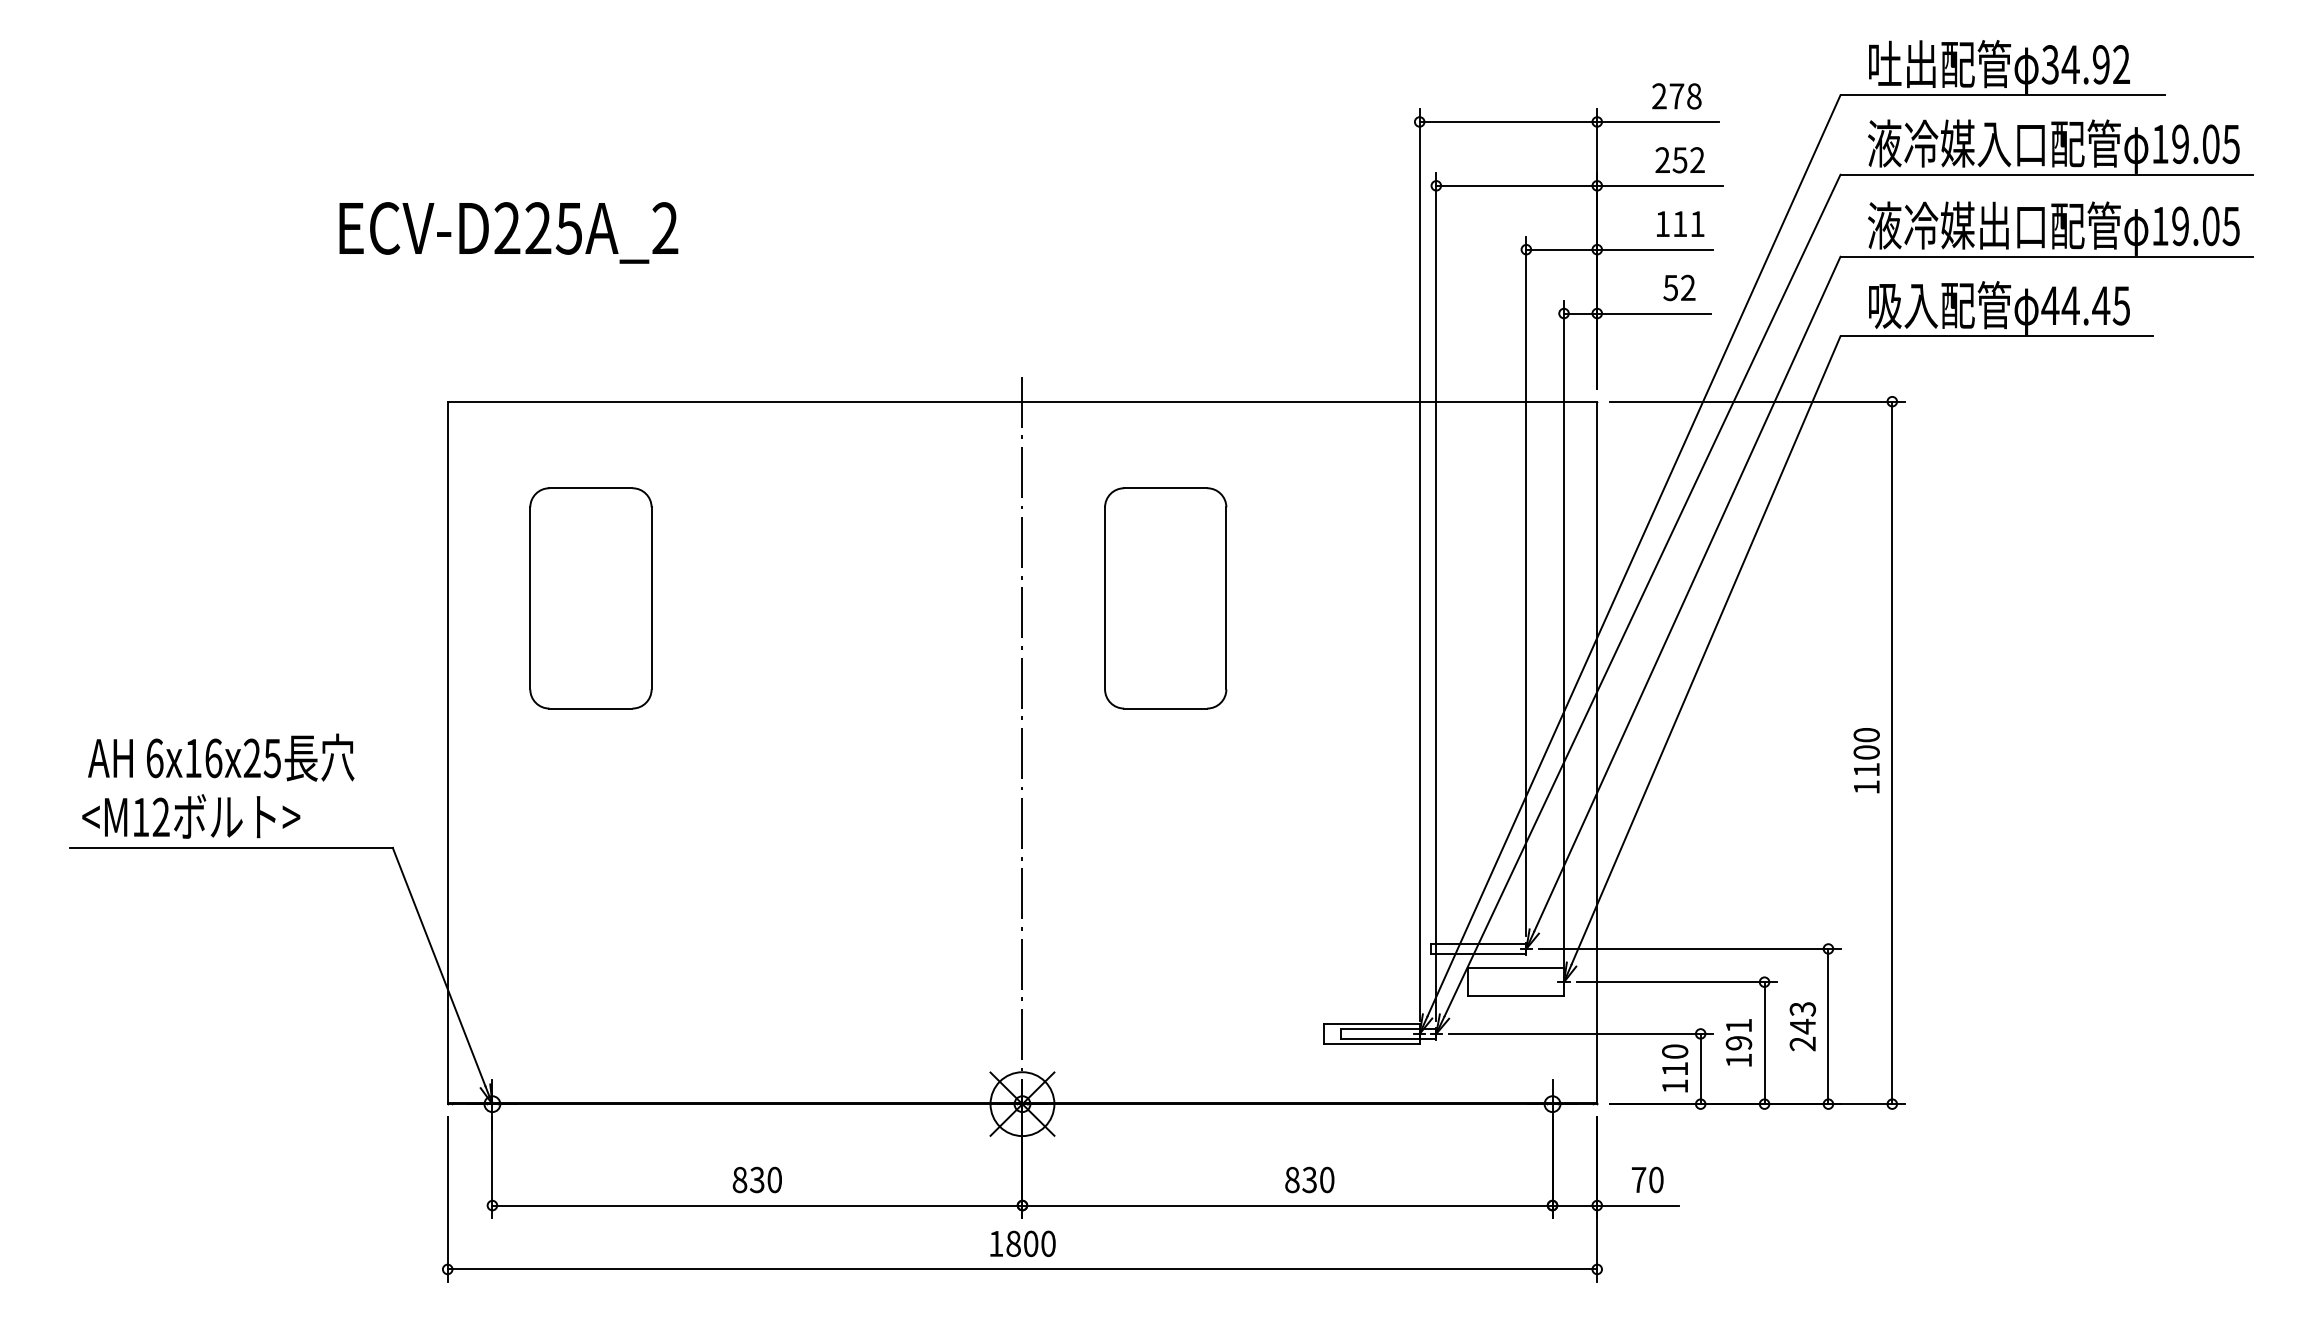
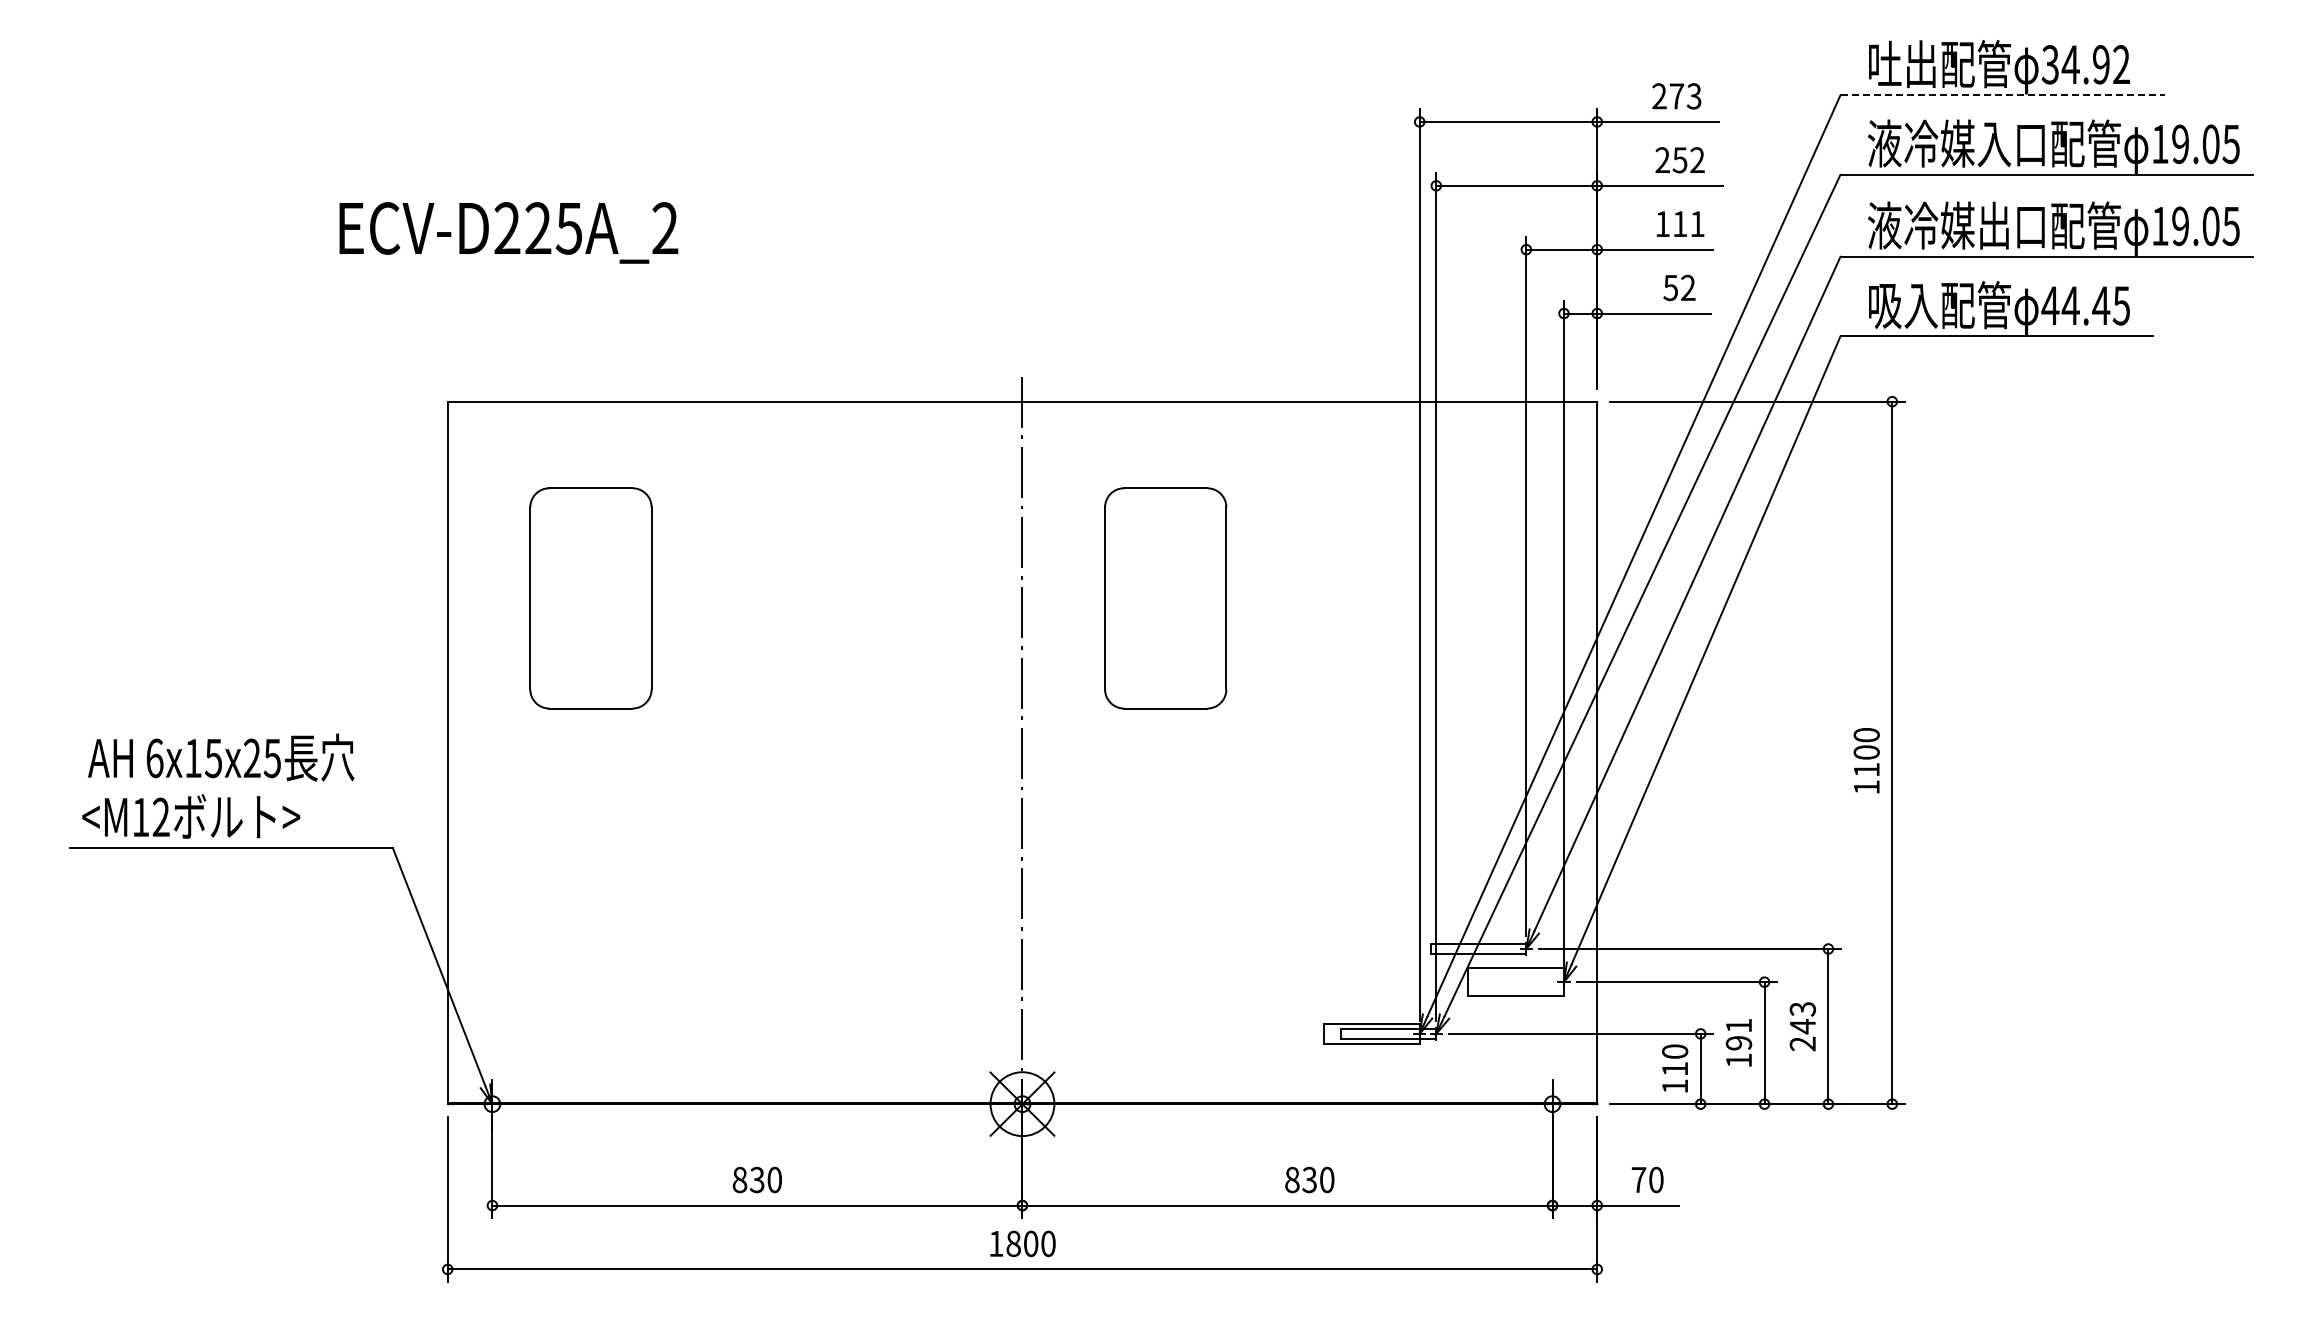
line at (2003, 95): solid -> dashed
text at (1693, 96): 278 -> 273
text at (213, 758): 6x16x25 -> 6x15x25
